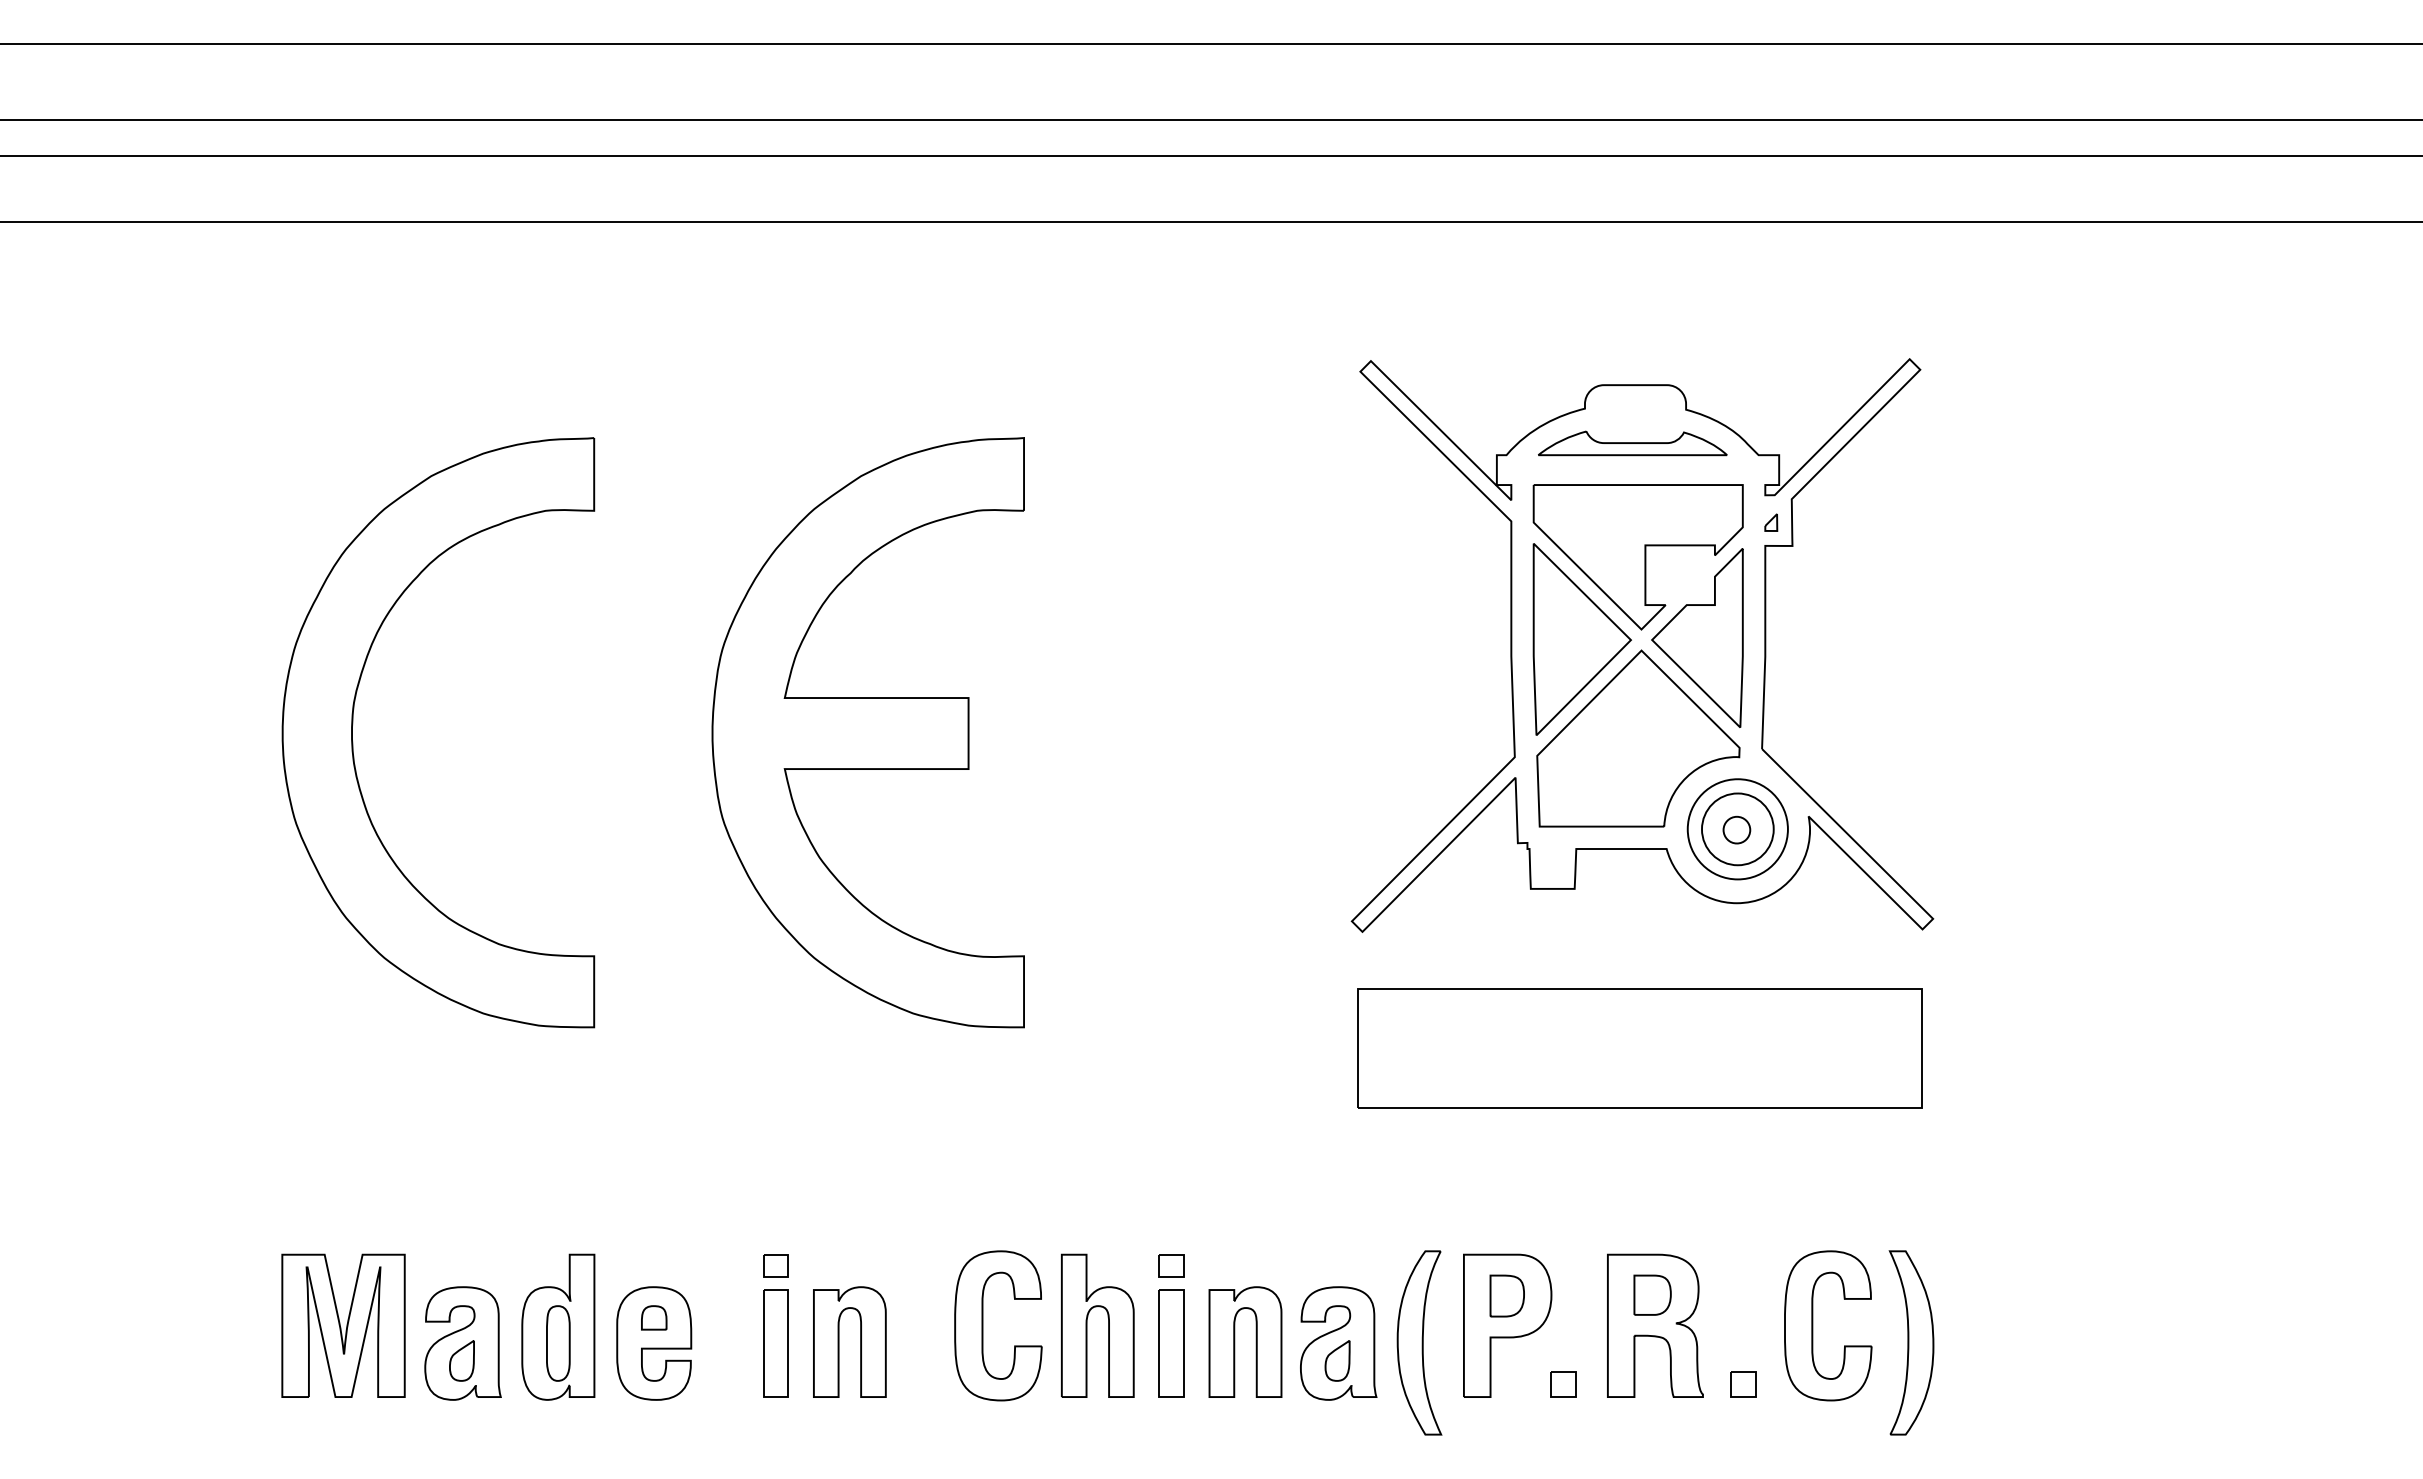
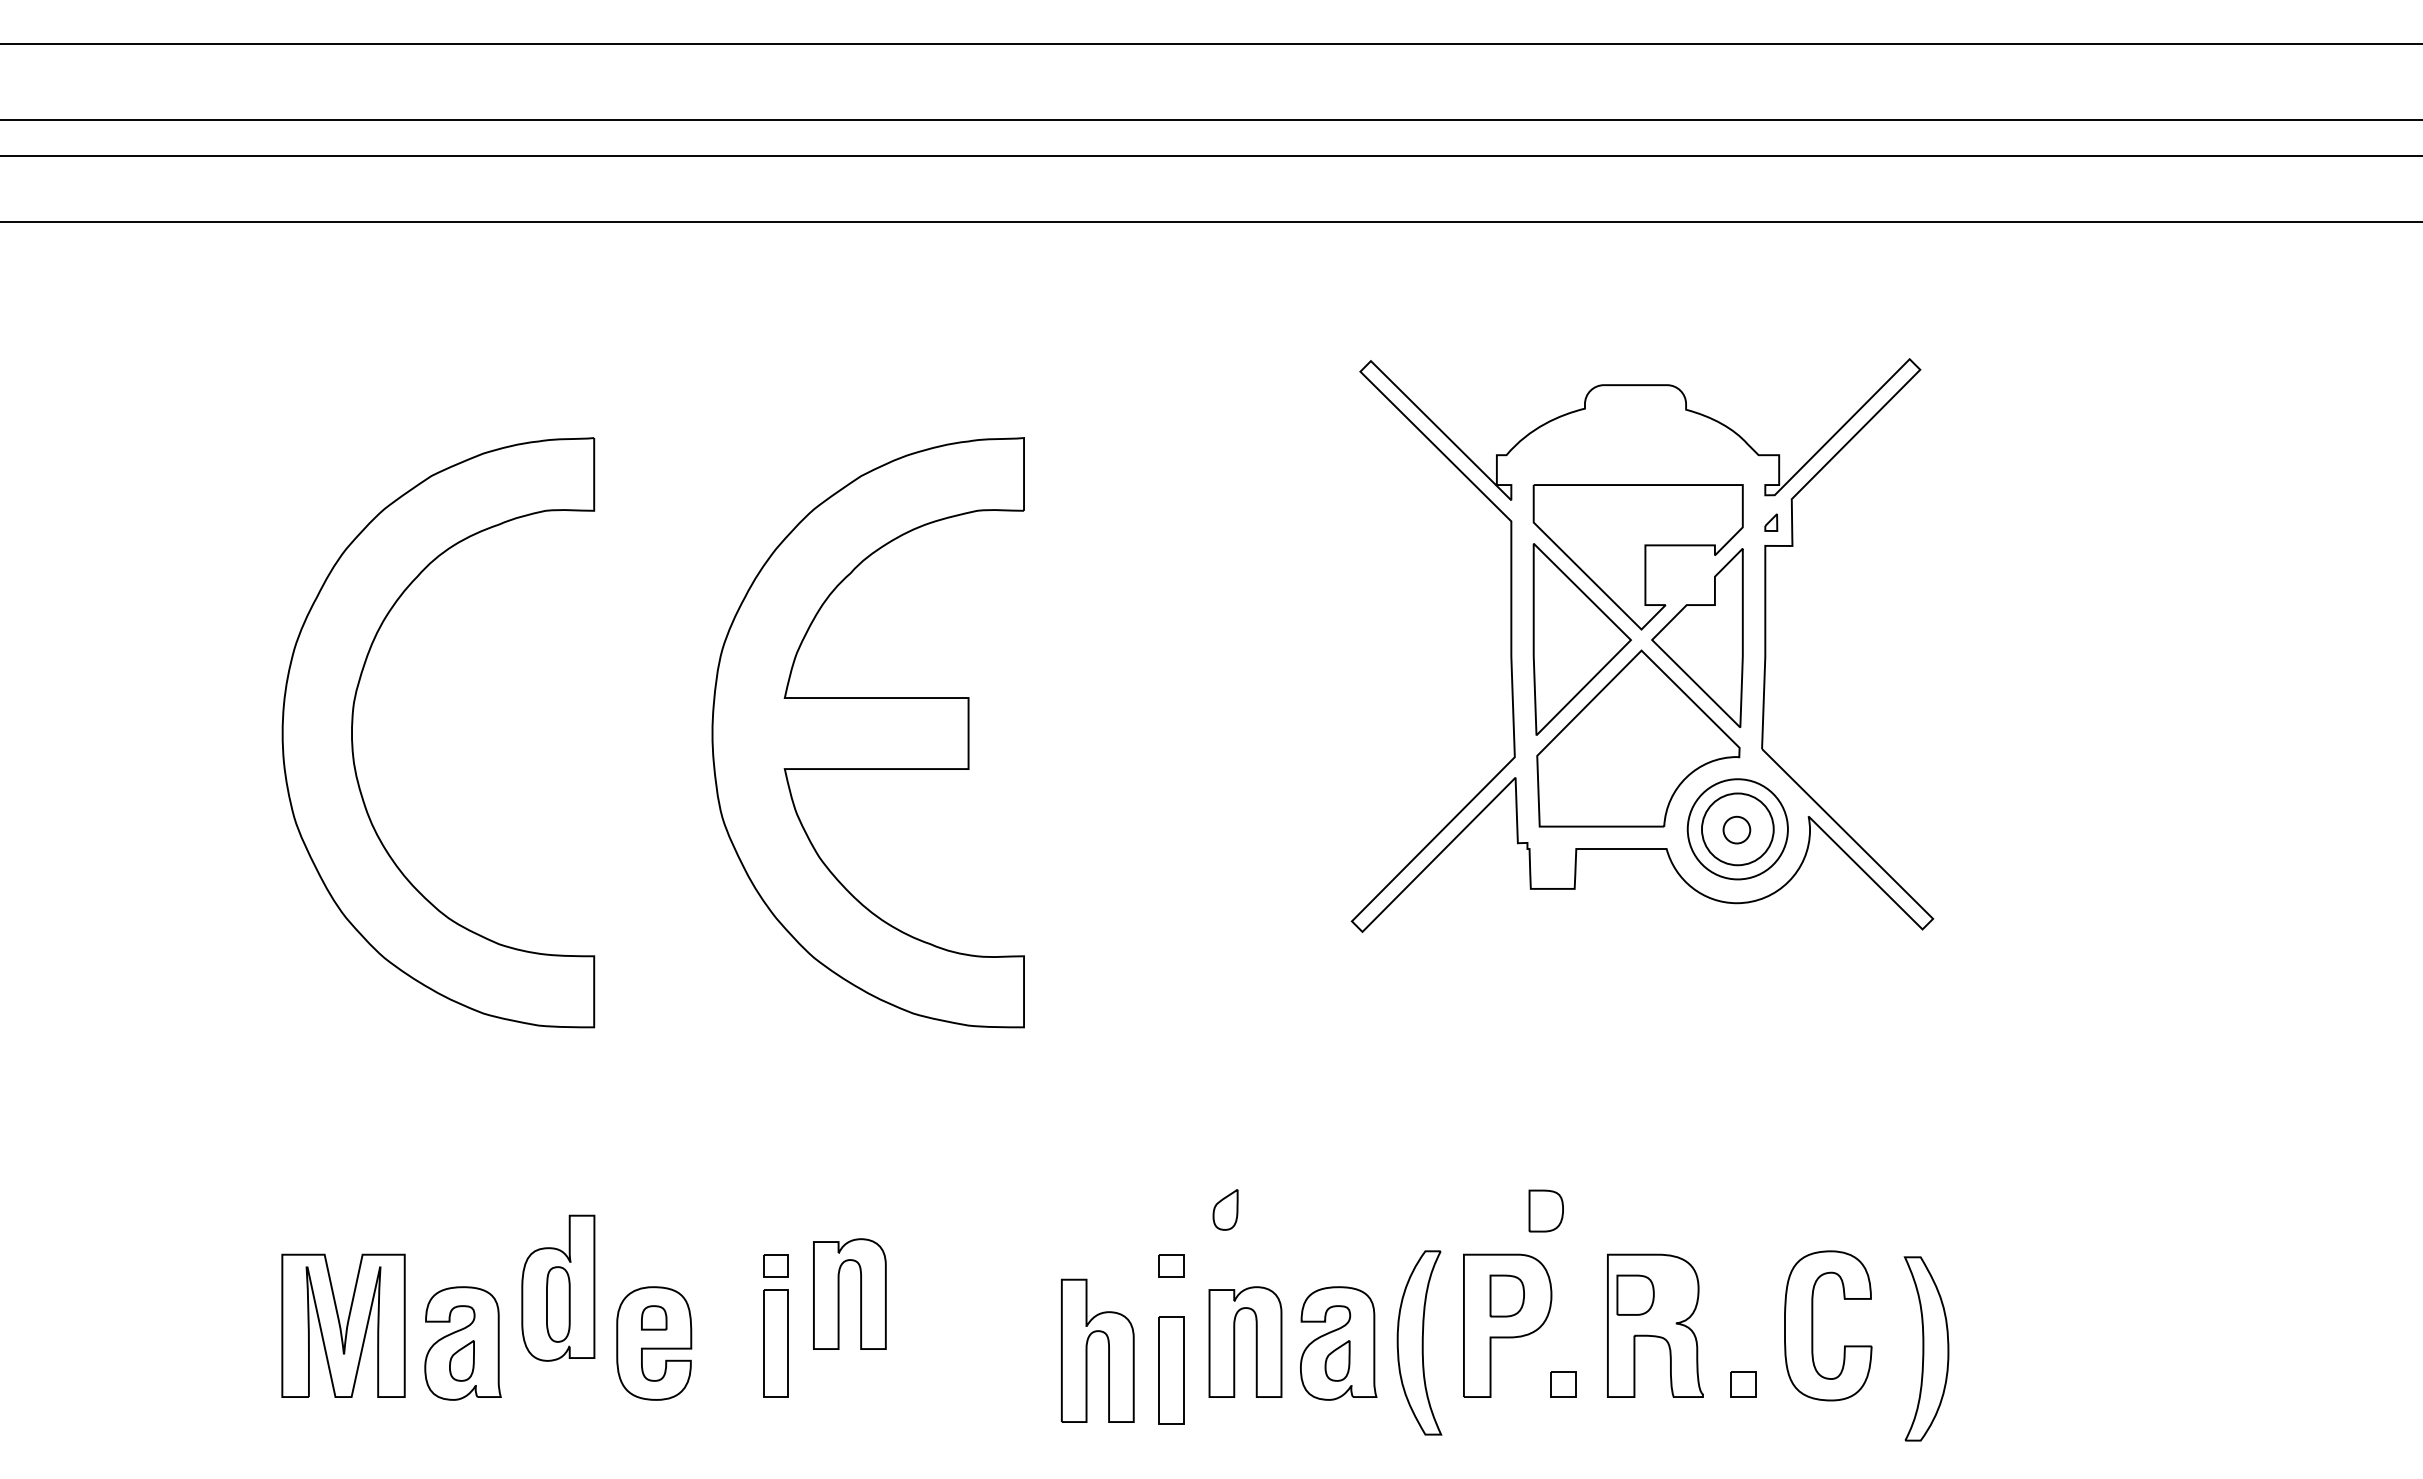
part at (1632, 443): present -> none
part at (1639, 1048): present -> none
part at (1225, 1209): none -> present
part at (1545, 1210): none -> present
part at (1652, 1294) position: (1652, 1294) -> (1635, 1294)
part at (983, 1325): present -> none
part at (1087, 1325) position: (1087, 1325) -> (1087, 1350)
part at (558, 1326) position: (558, 1326) -> (558, 1287)
part at (839, 1341) position: (839, 1341) -> (839, 1293)
part at (1911, 1342) position: (1911, 1342) -> (1926, 1348)
part at (1171, 1343) position: (1171, 1343) -> (1171, 1370)
